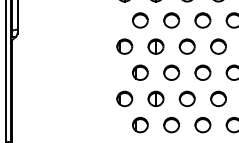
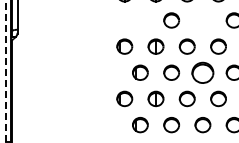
part at (140, 20): present -> none
part at (202, 20): present -> none
line at (5, 71): solid -> dashed
part at (202, 72) size: 18x17 px -> 24x23 px
